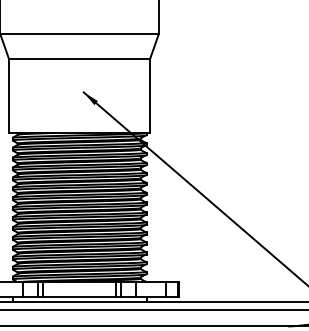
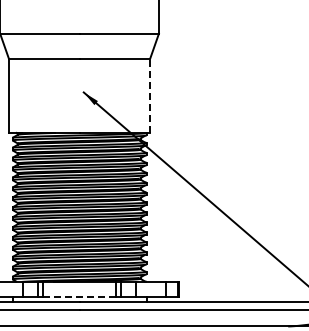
line at (150, 95): solid -> dashed
line at (79, 296): solid -> dashed
